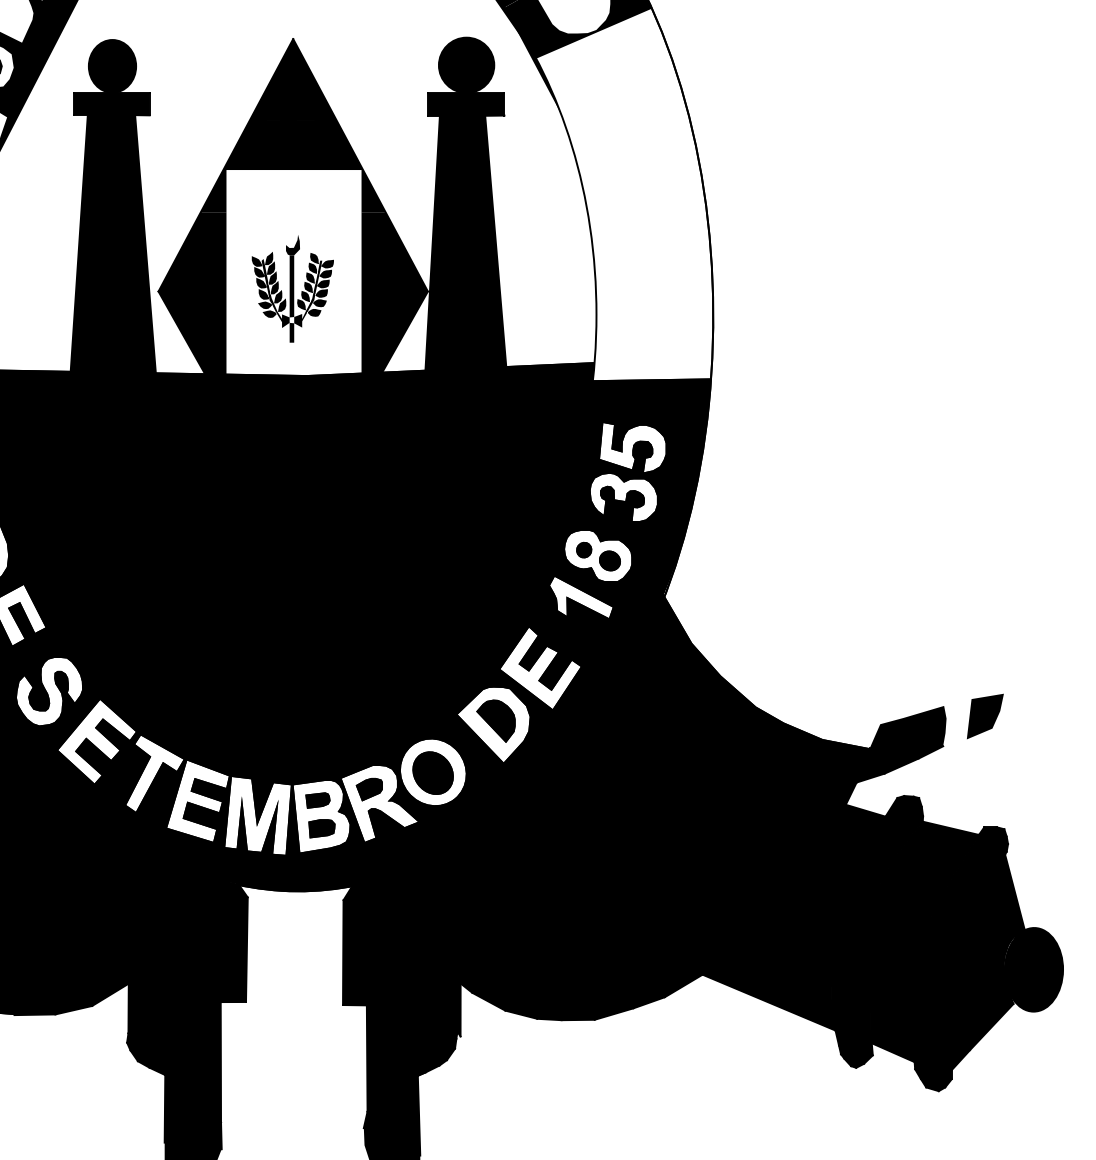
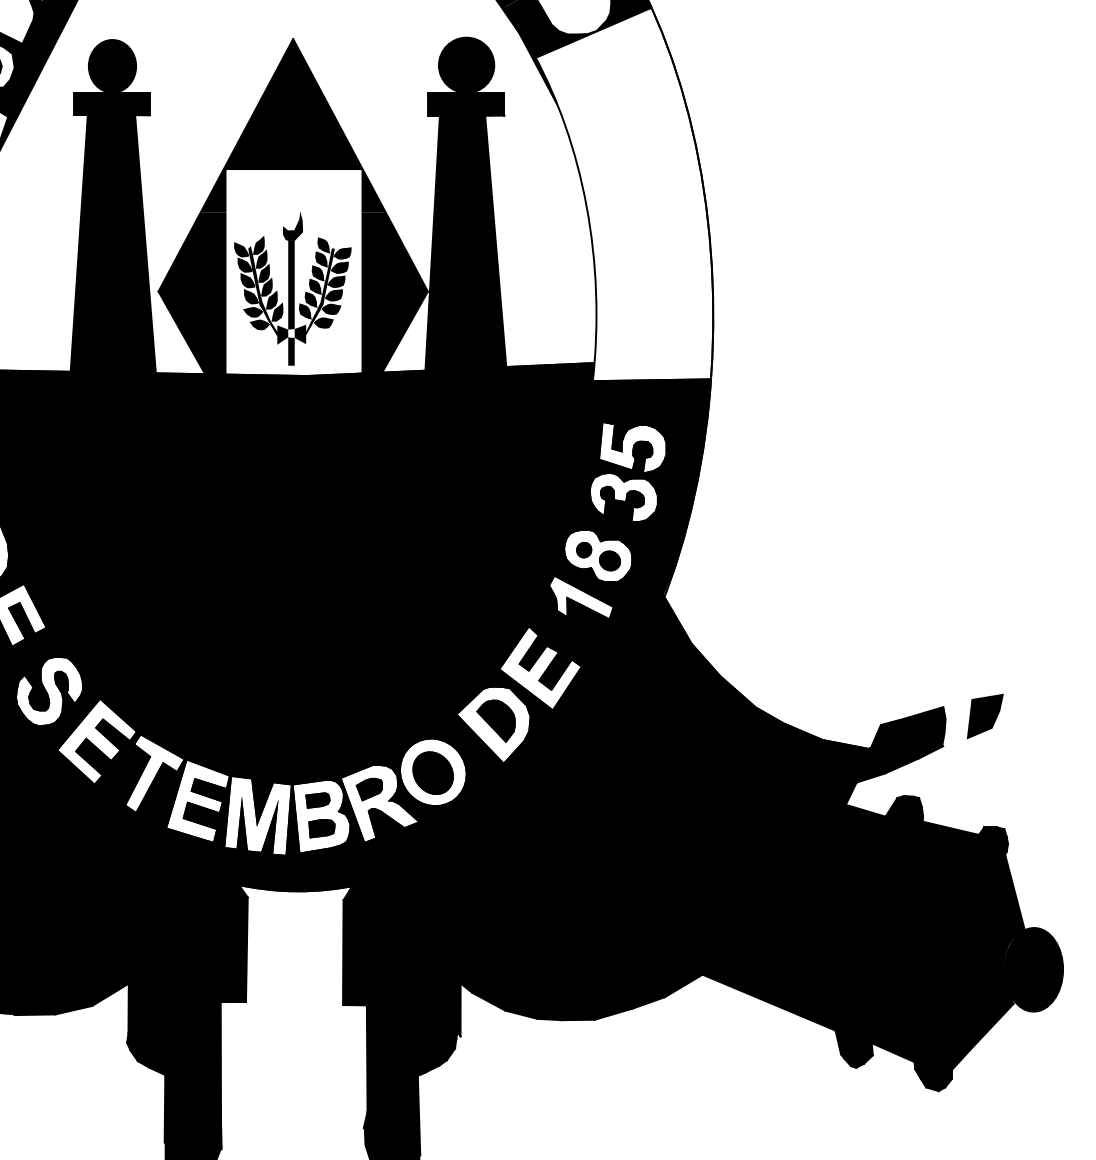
part at (292, 288) size: 83x108 px -> 118x154 px
